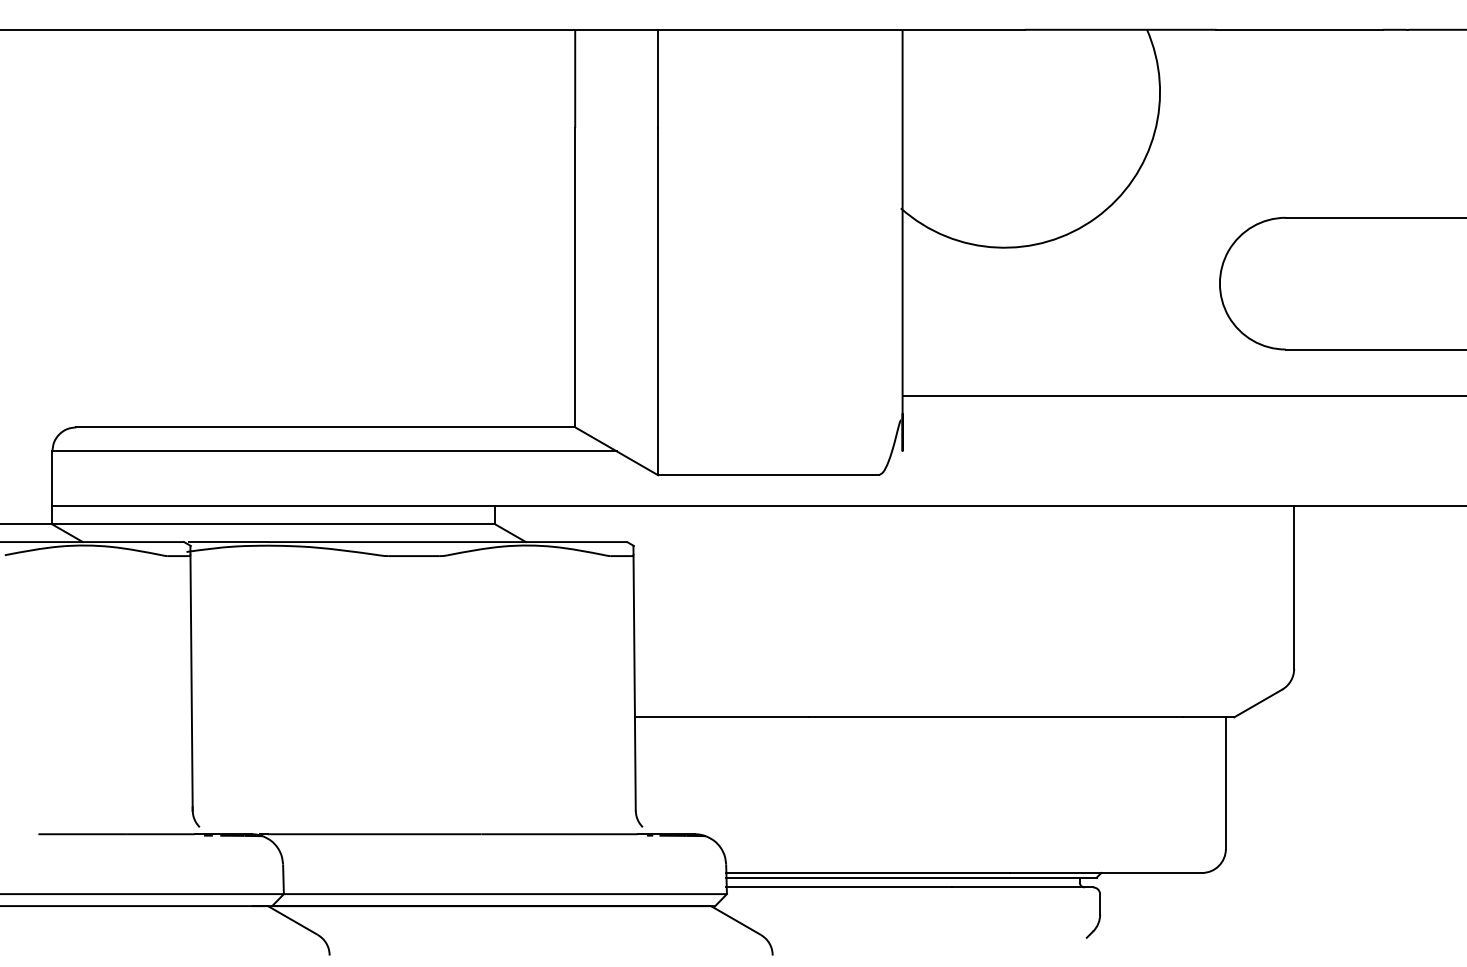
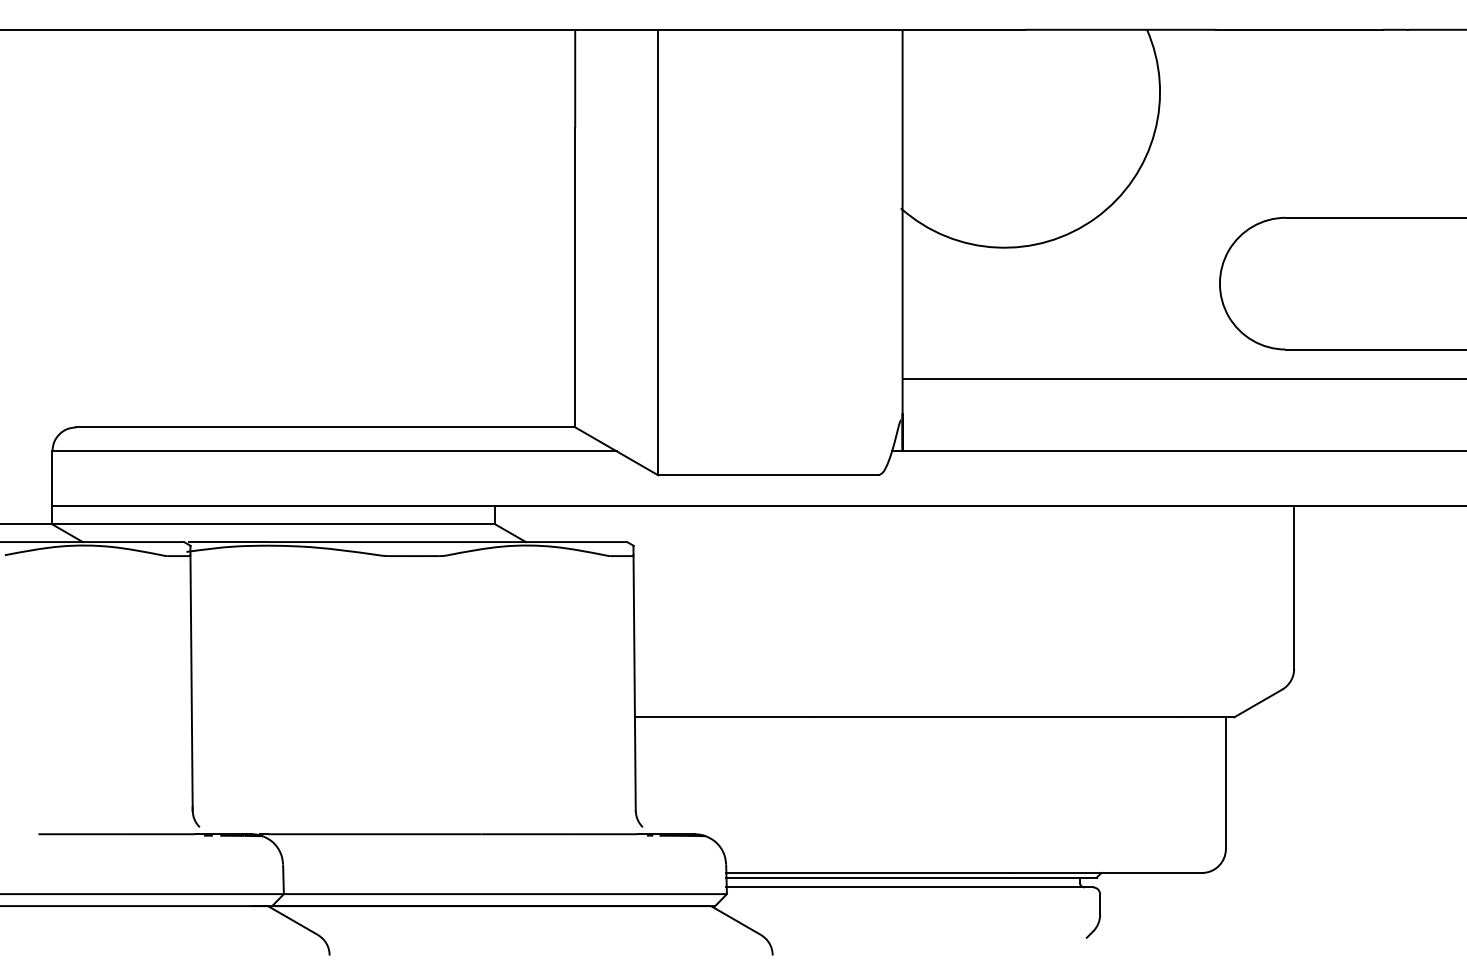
line at (1182, 396) position: (1182, 396) -> (1182, 379)
line at (1177, 451): none -> present
